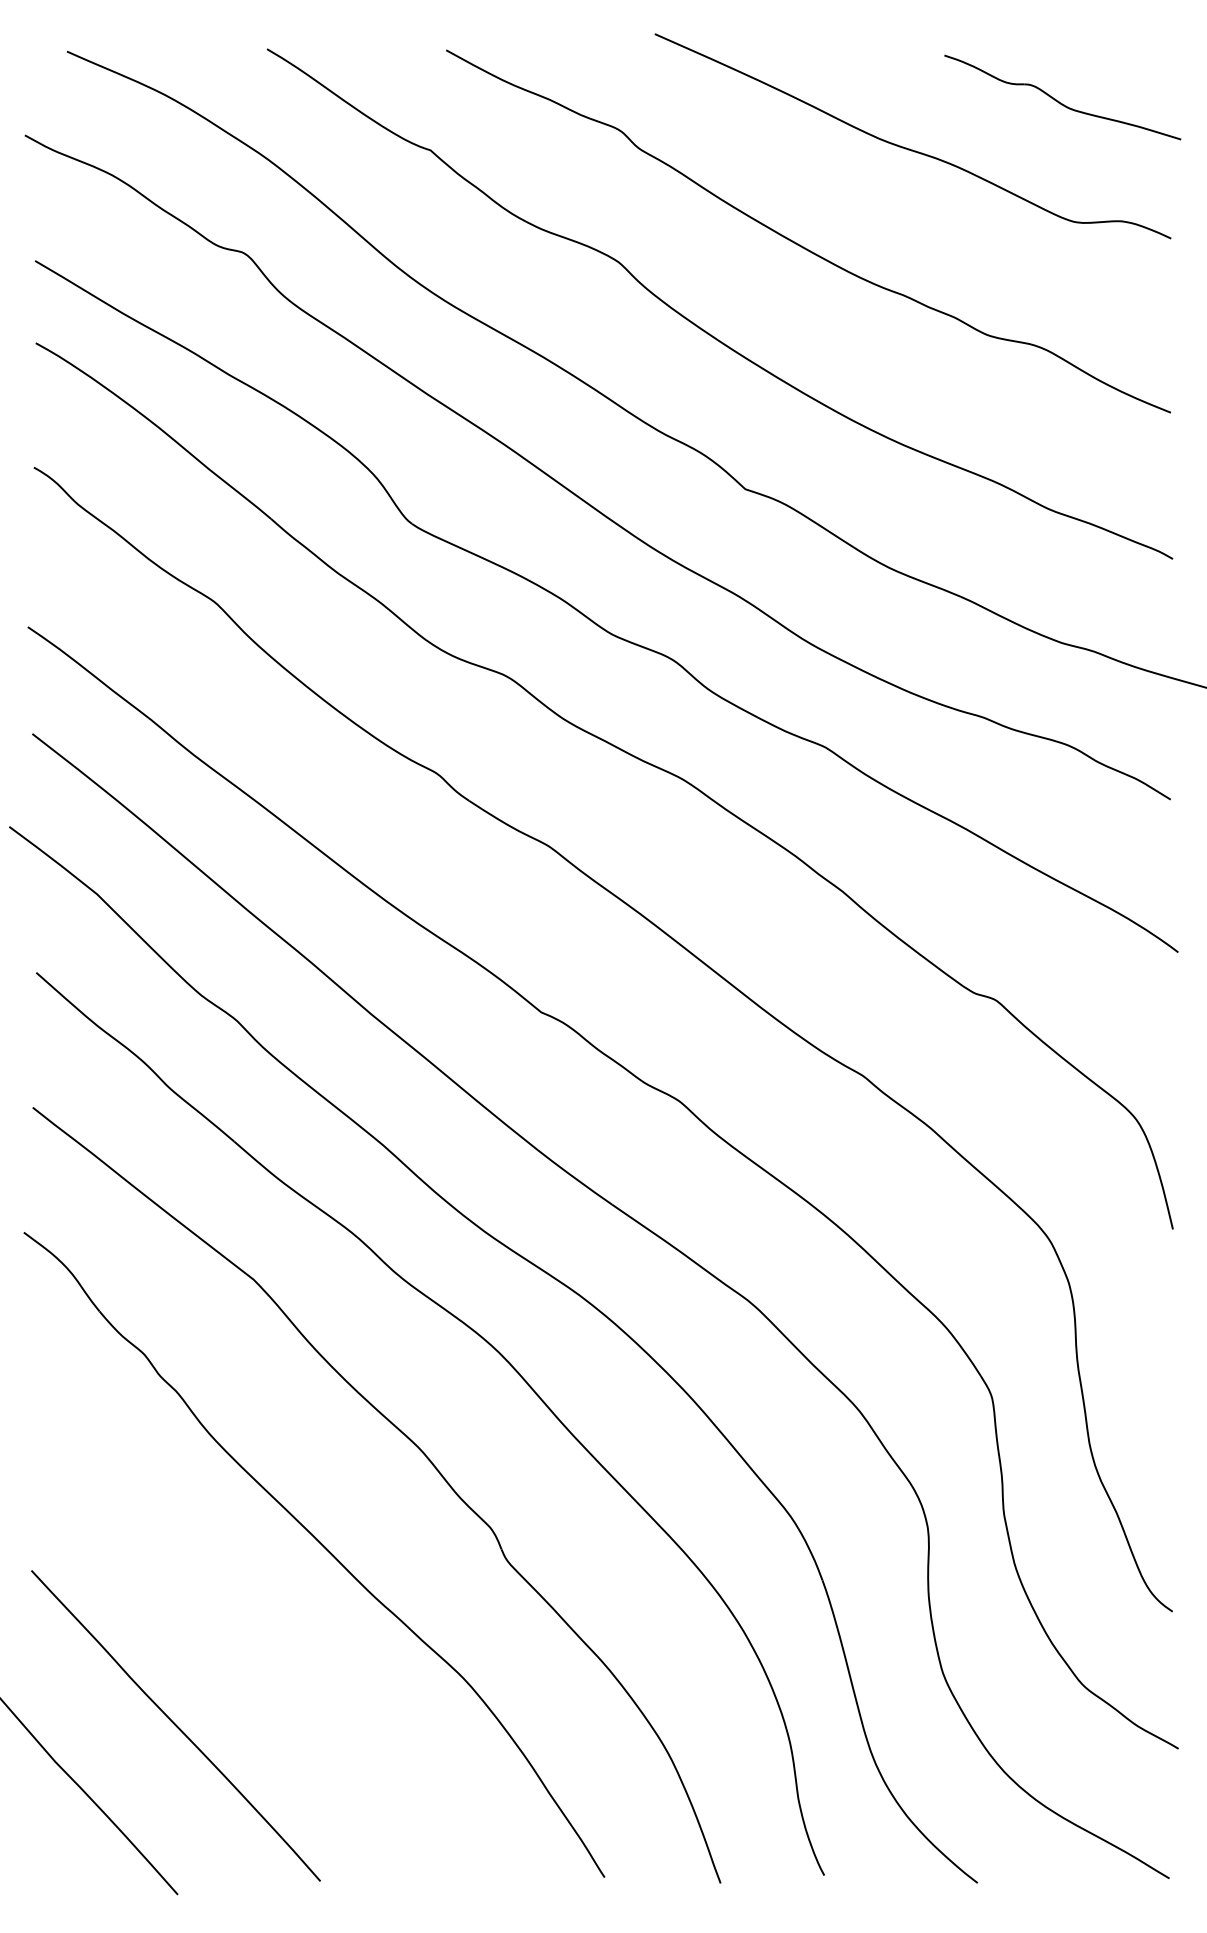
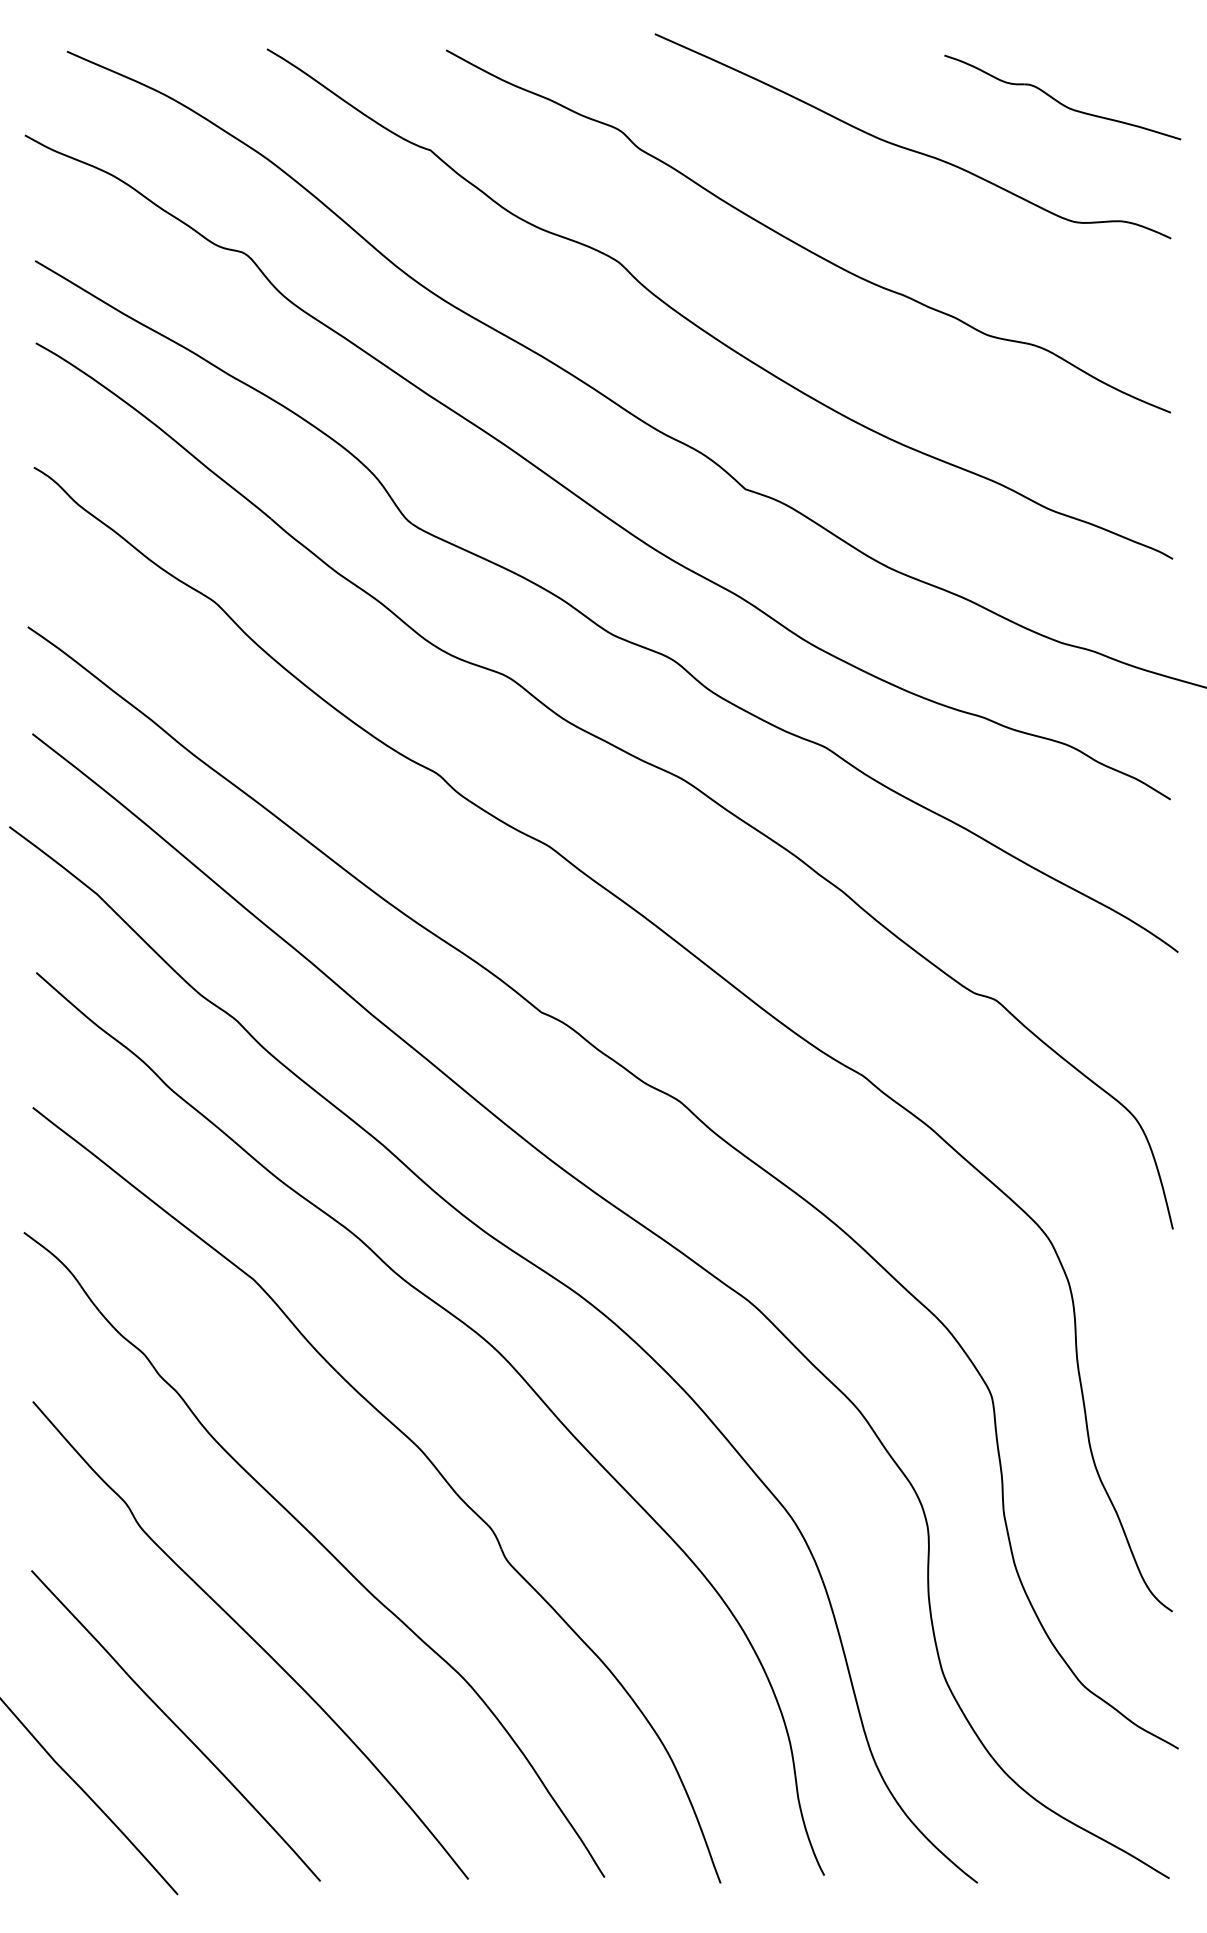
part at (250, 1640): none -> present
